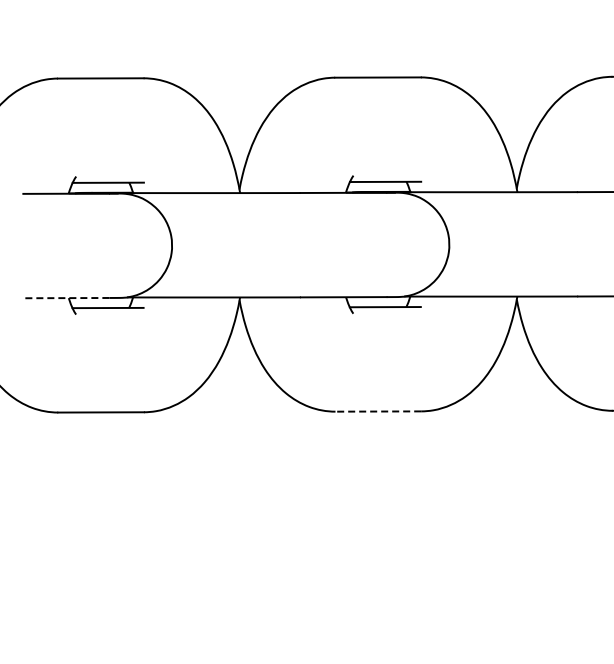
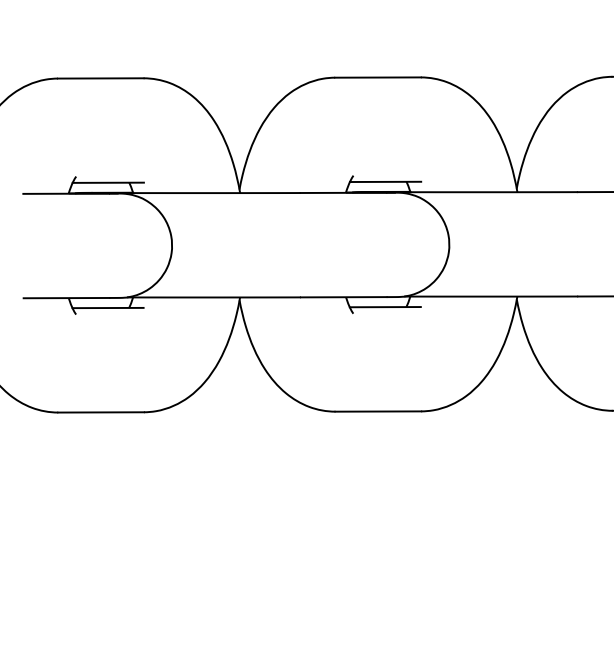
line at (66, 298): dashed -> solid
line at (378, 411): dashed -> solid
